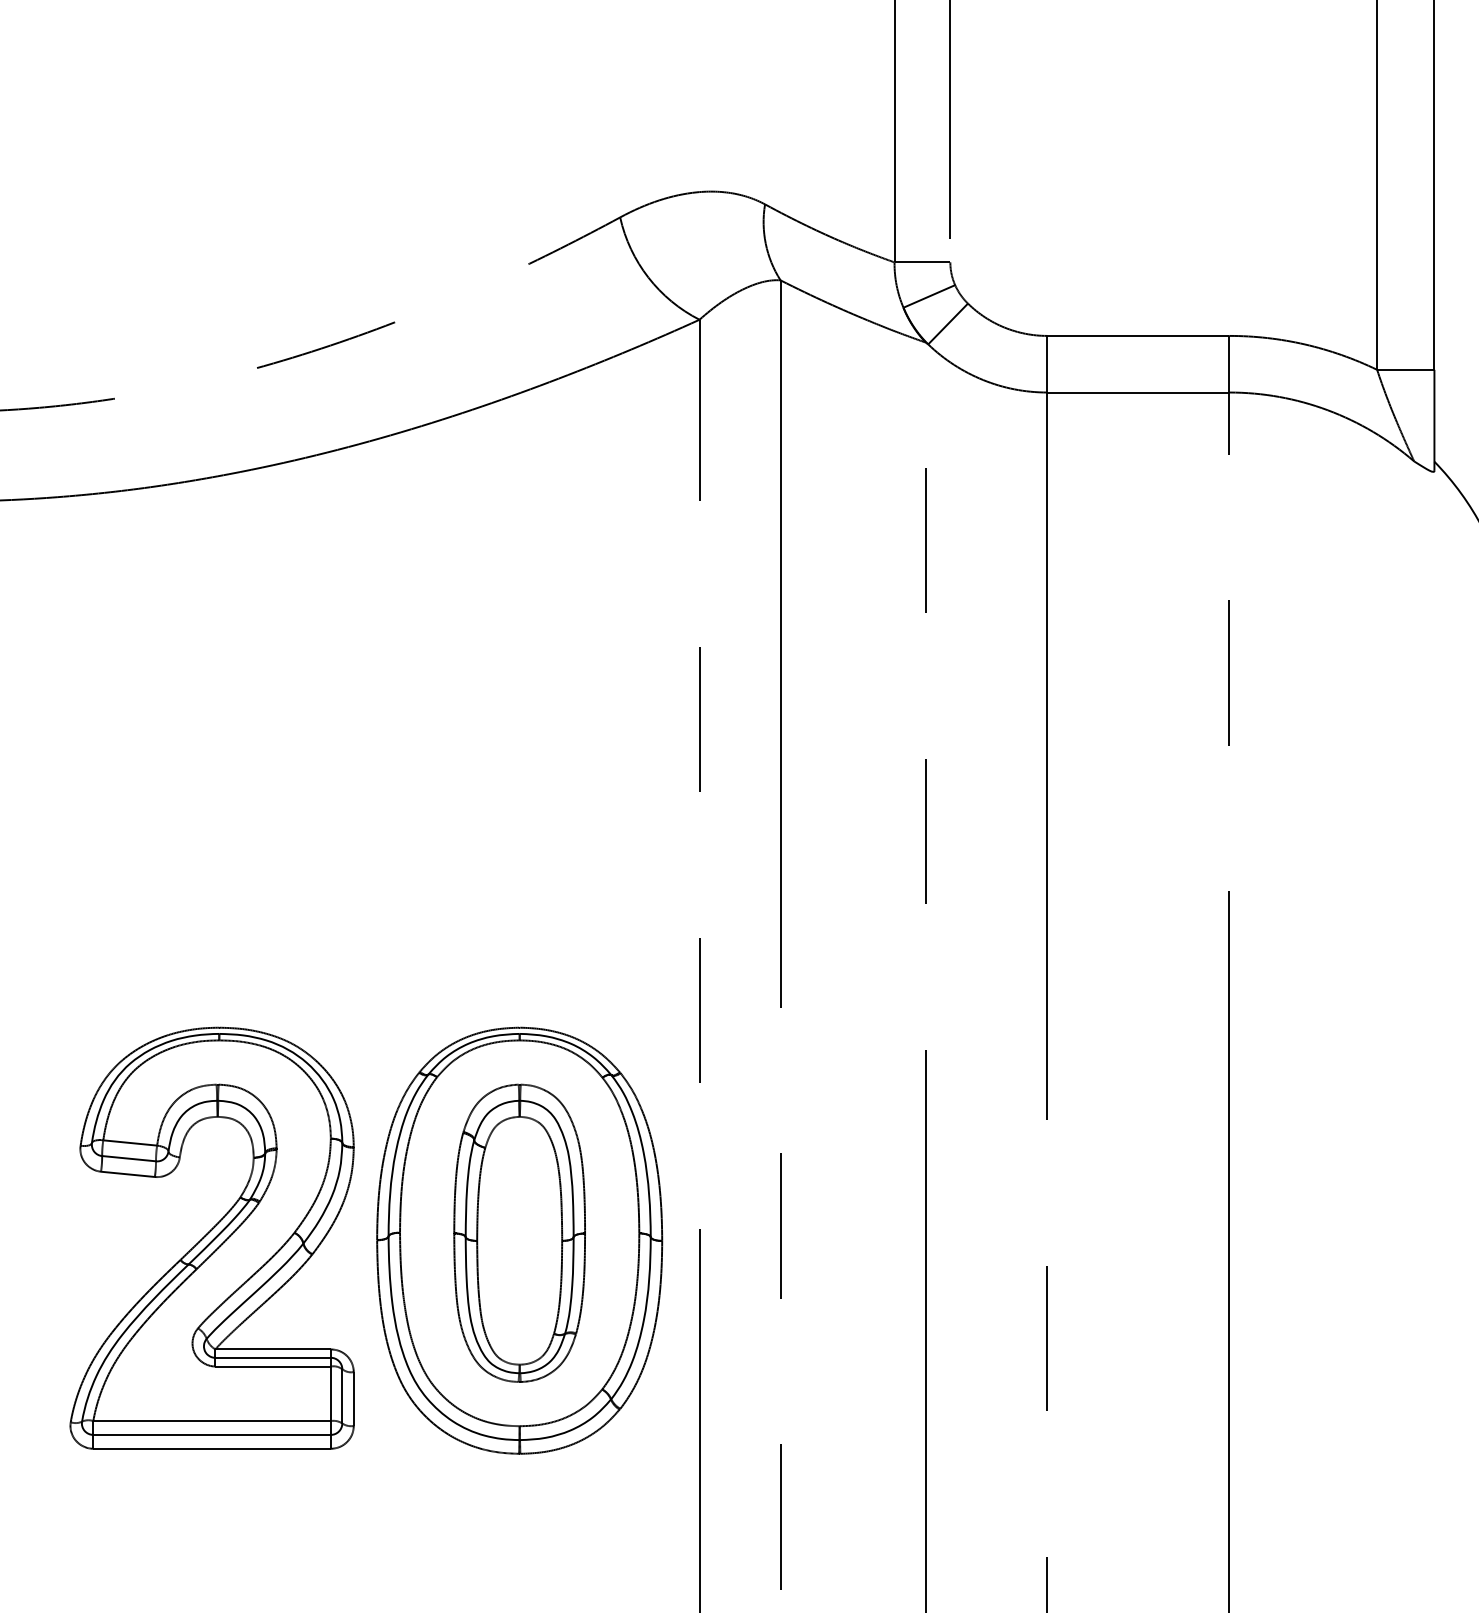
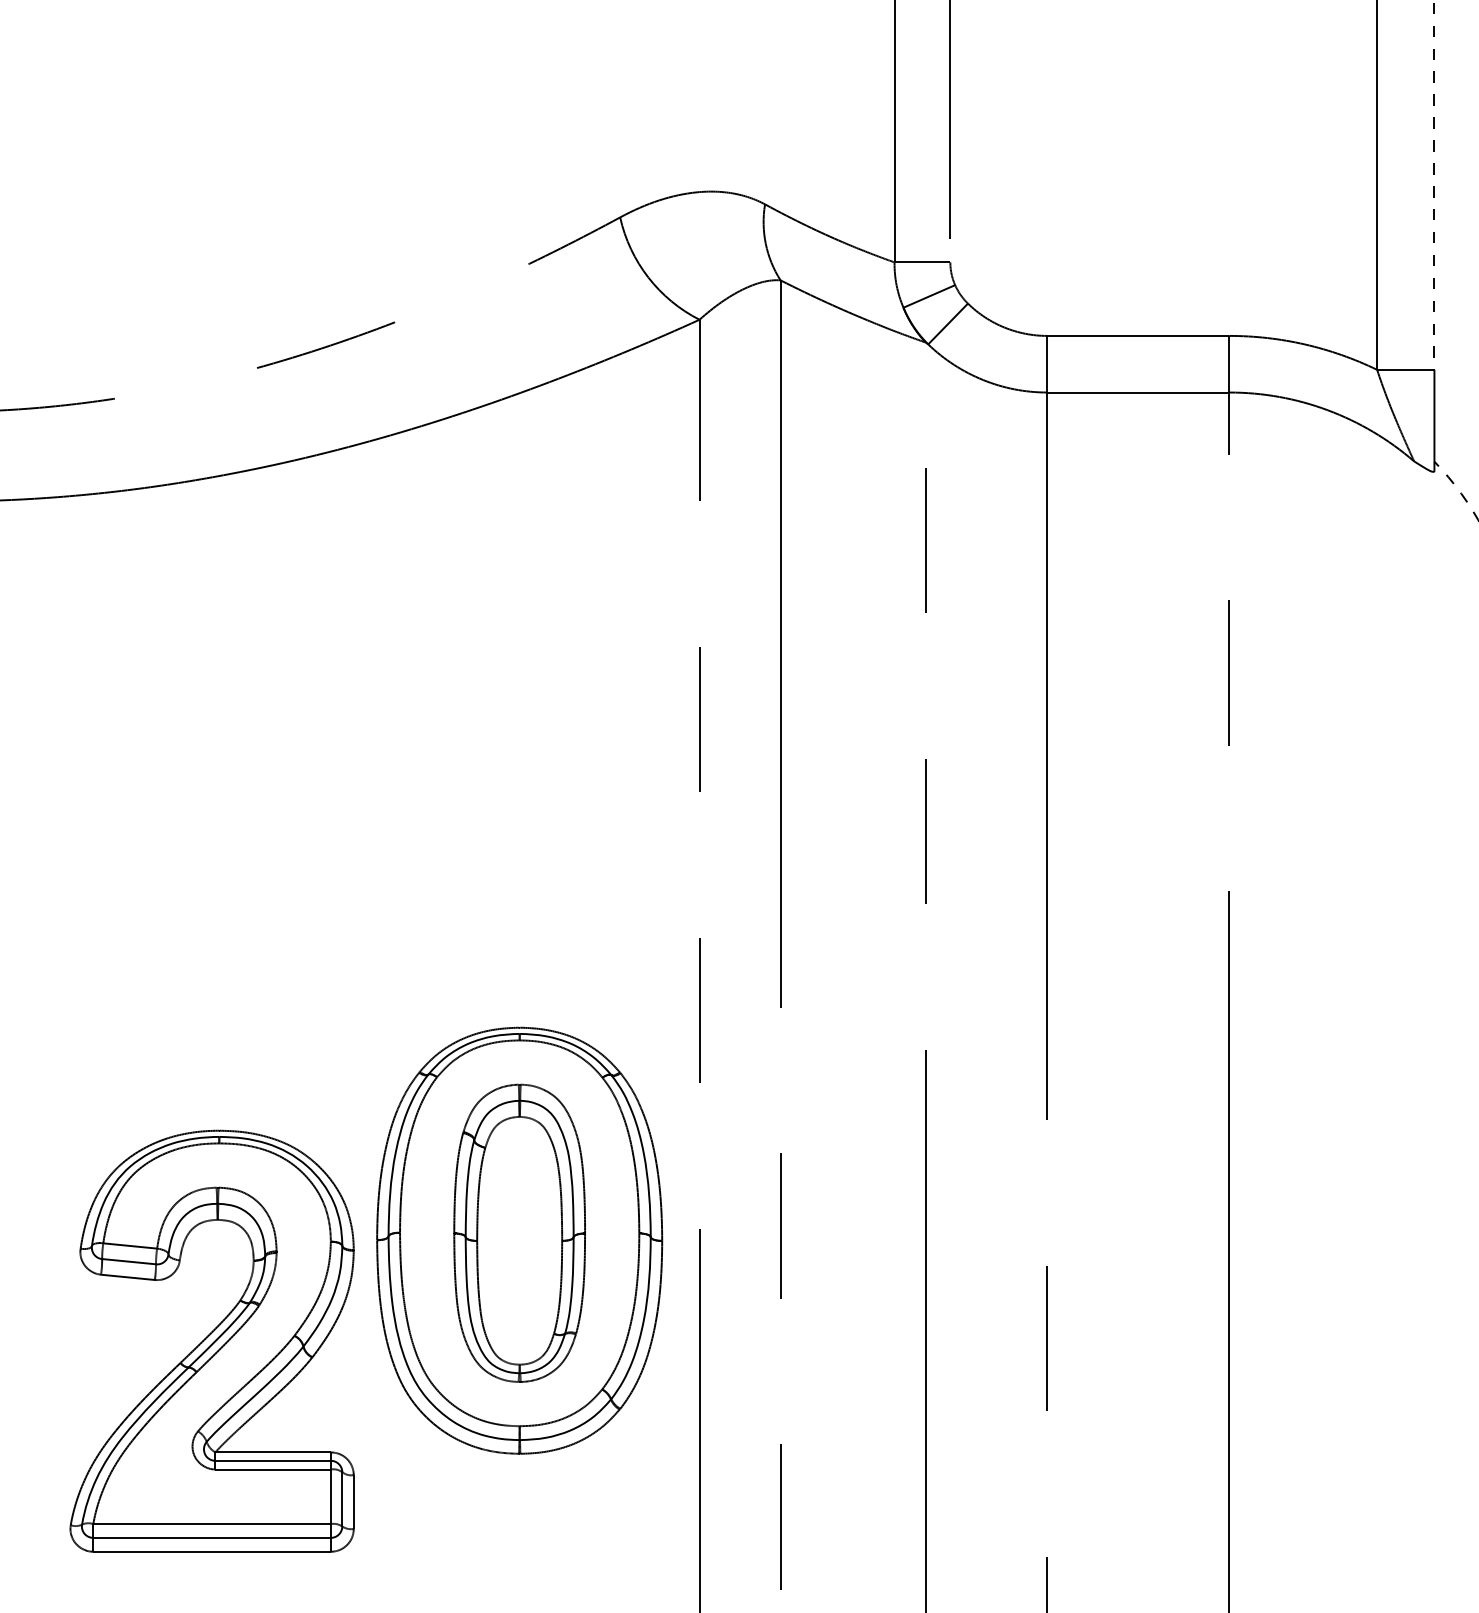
line at (1434, 184): solid -> dashed
arc at (1458, 490): solid -> dashed
part at (211, 1237) position: (211, 1237) -> (211, 1340)
